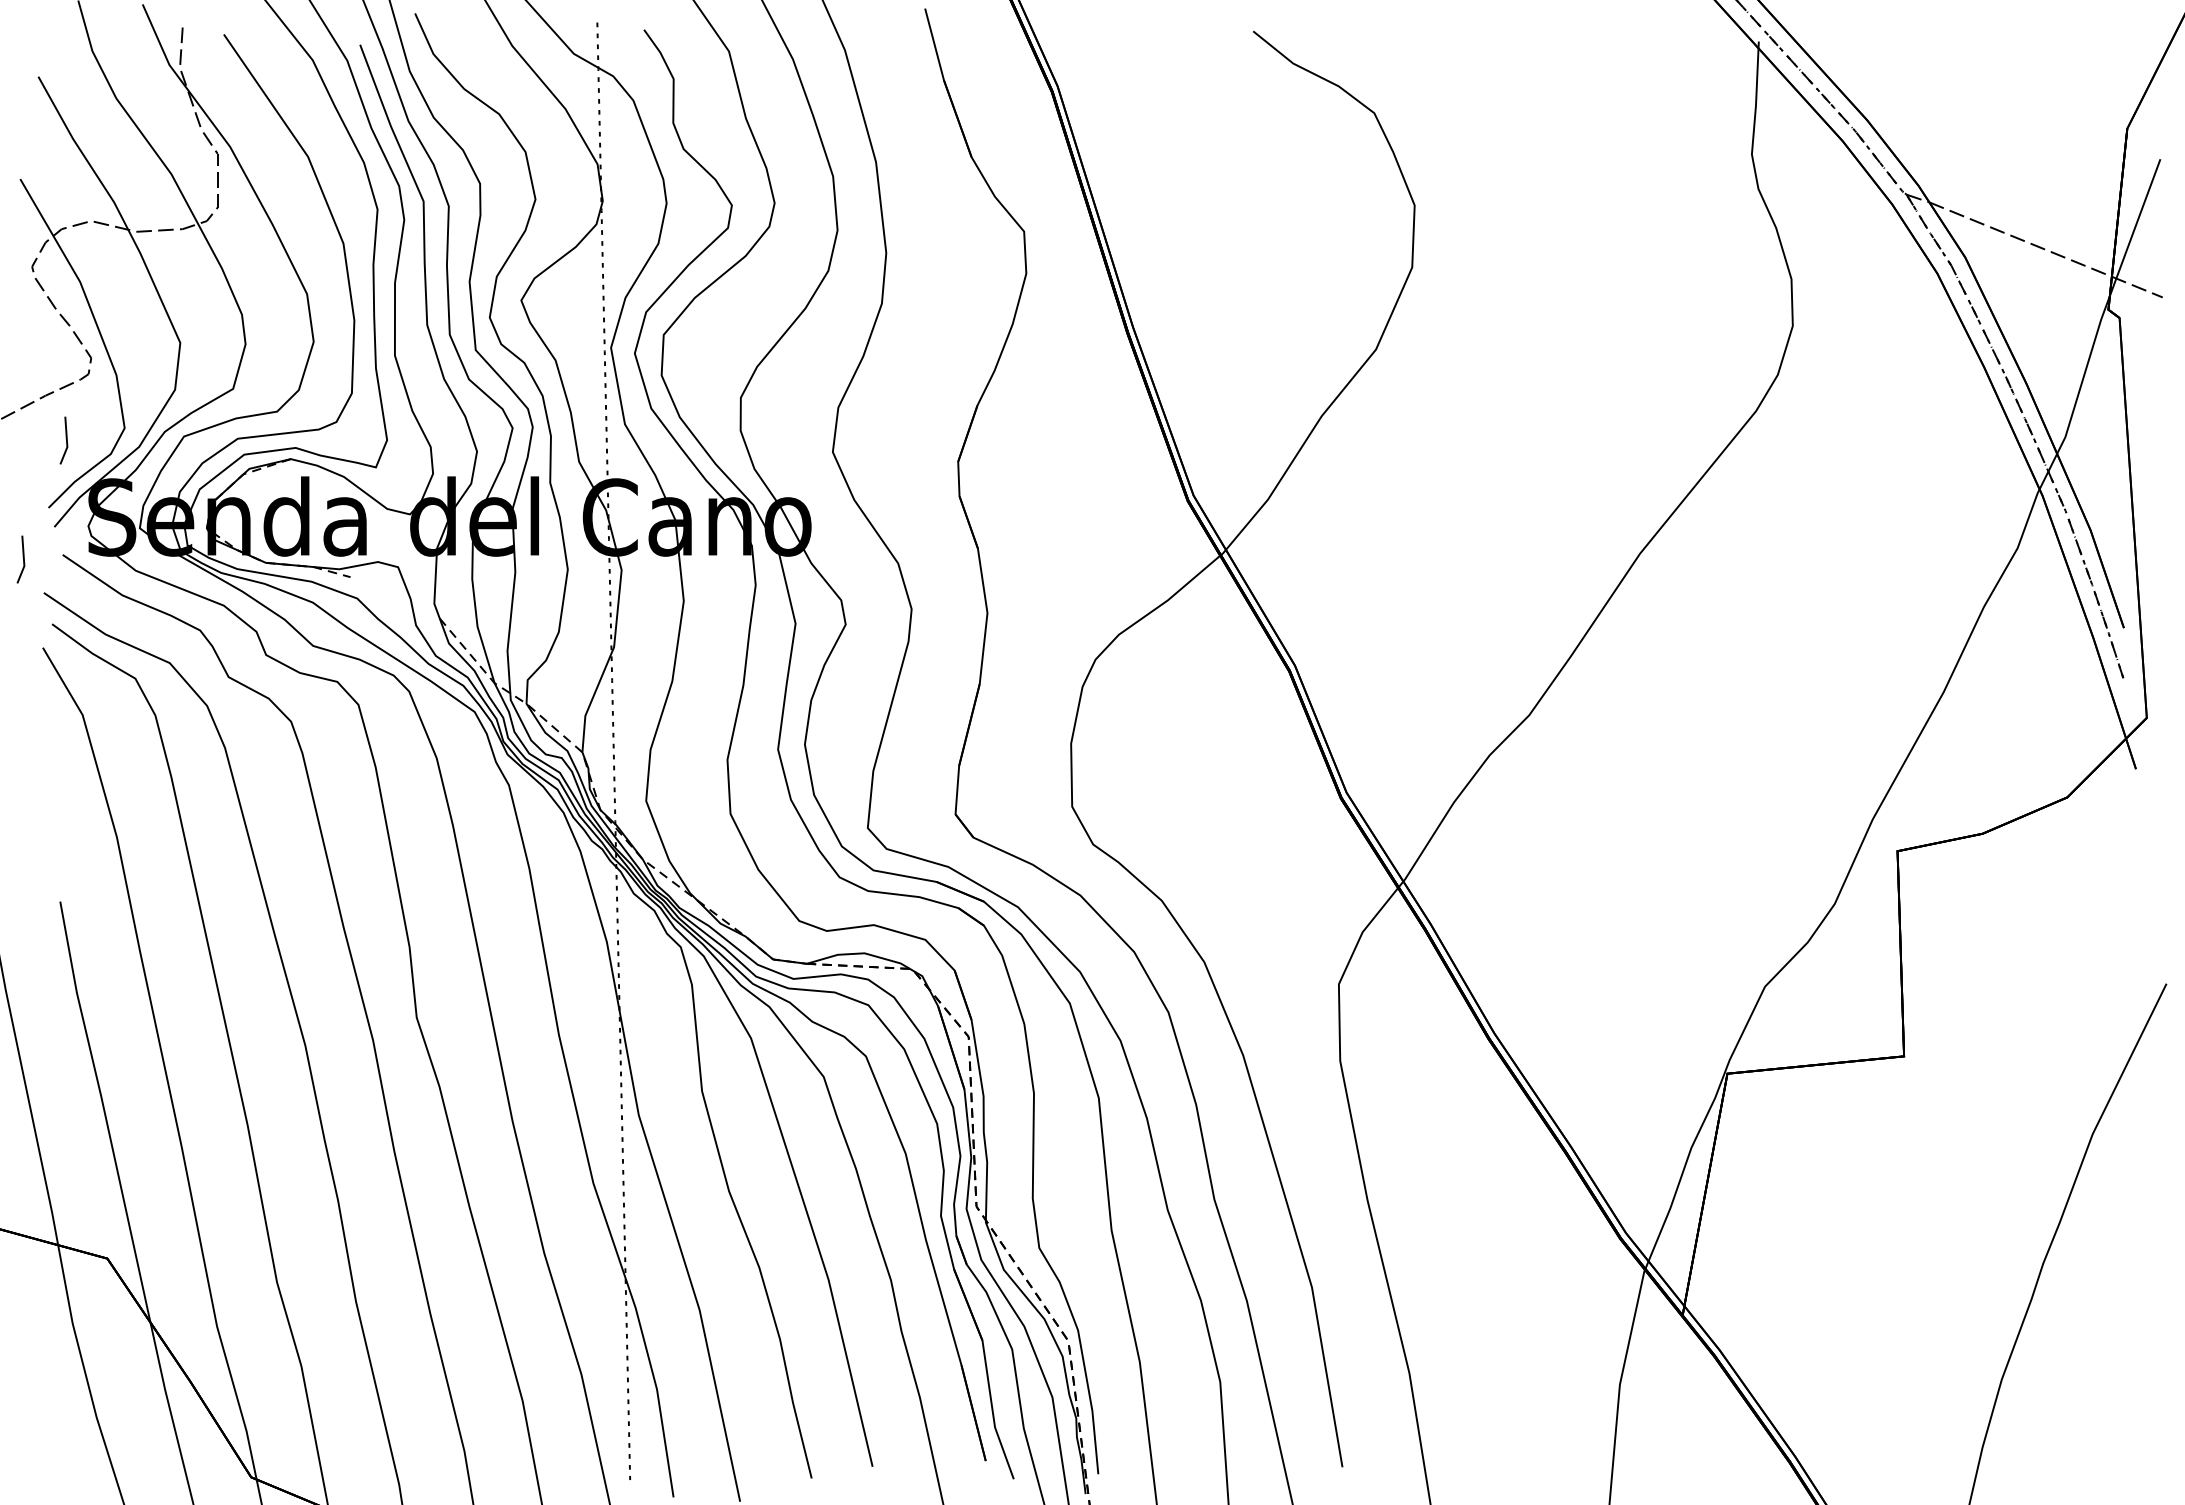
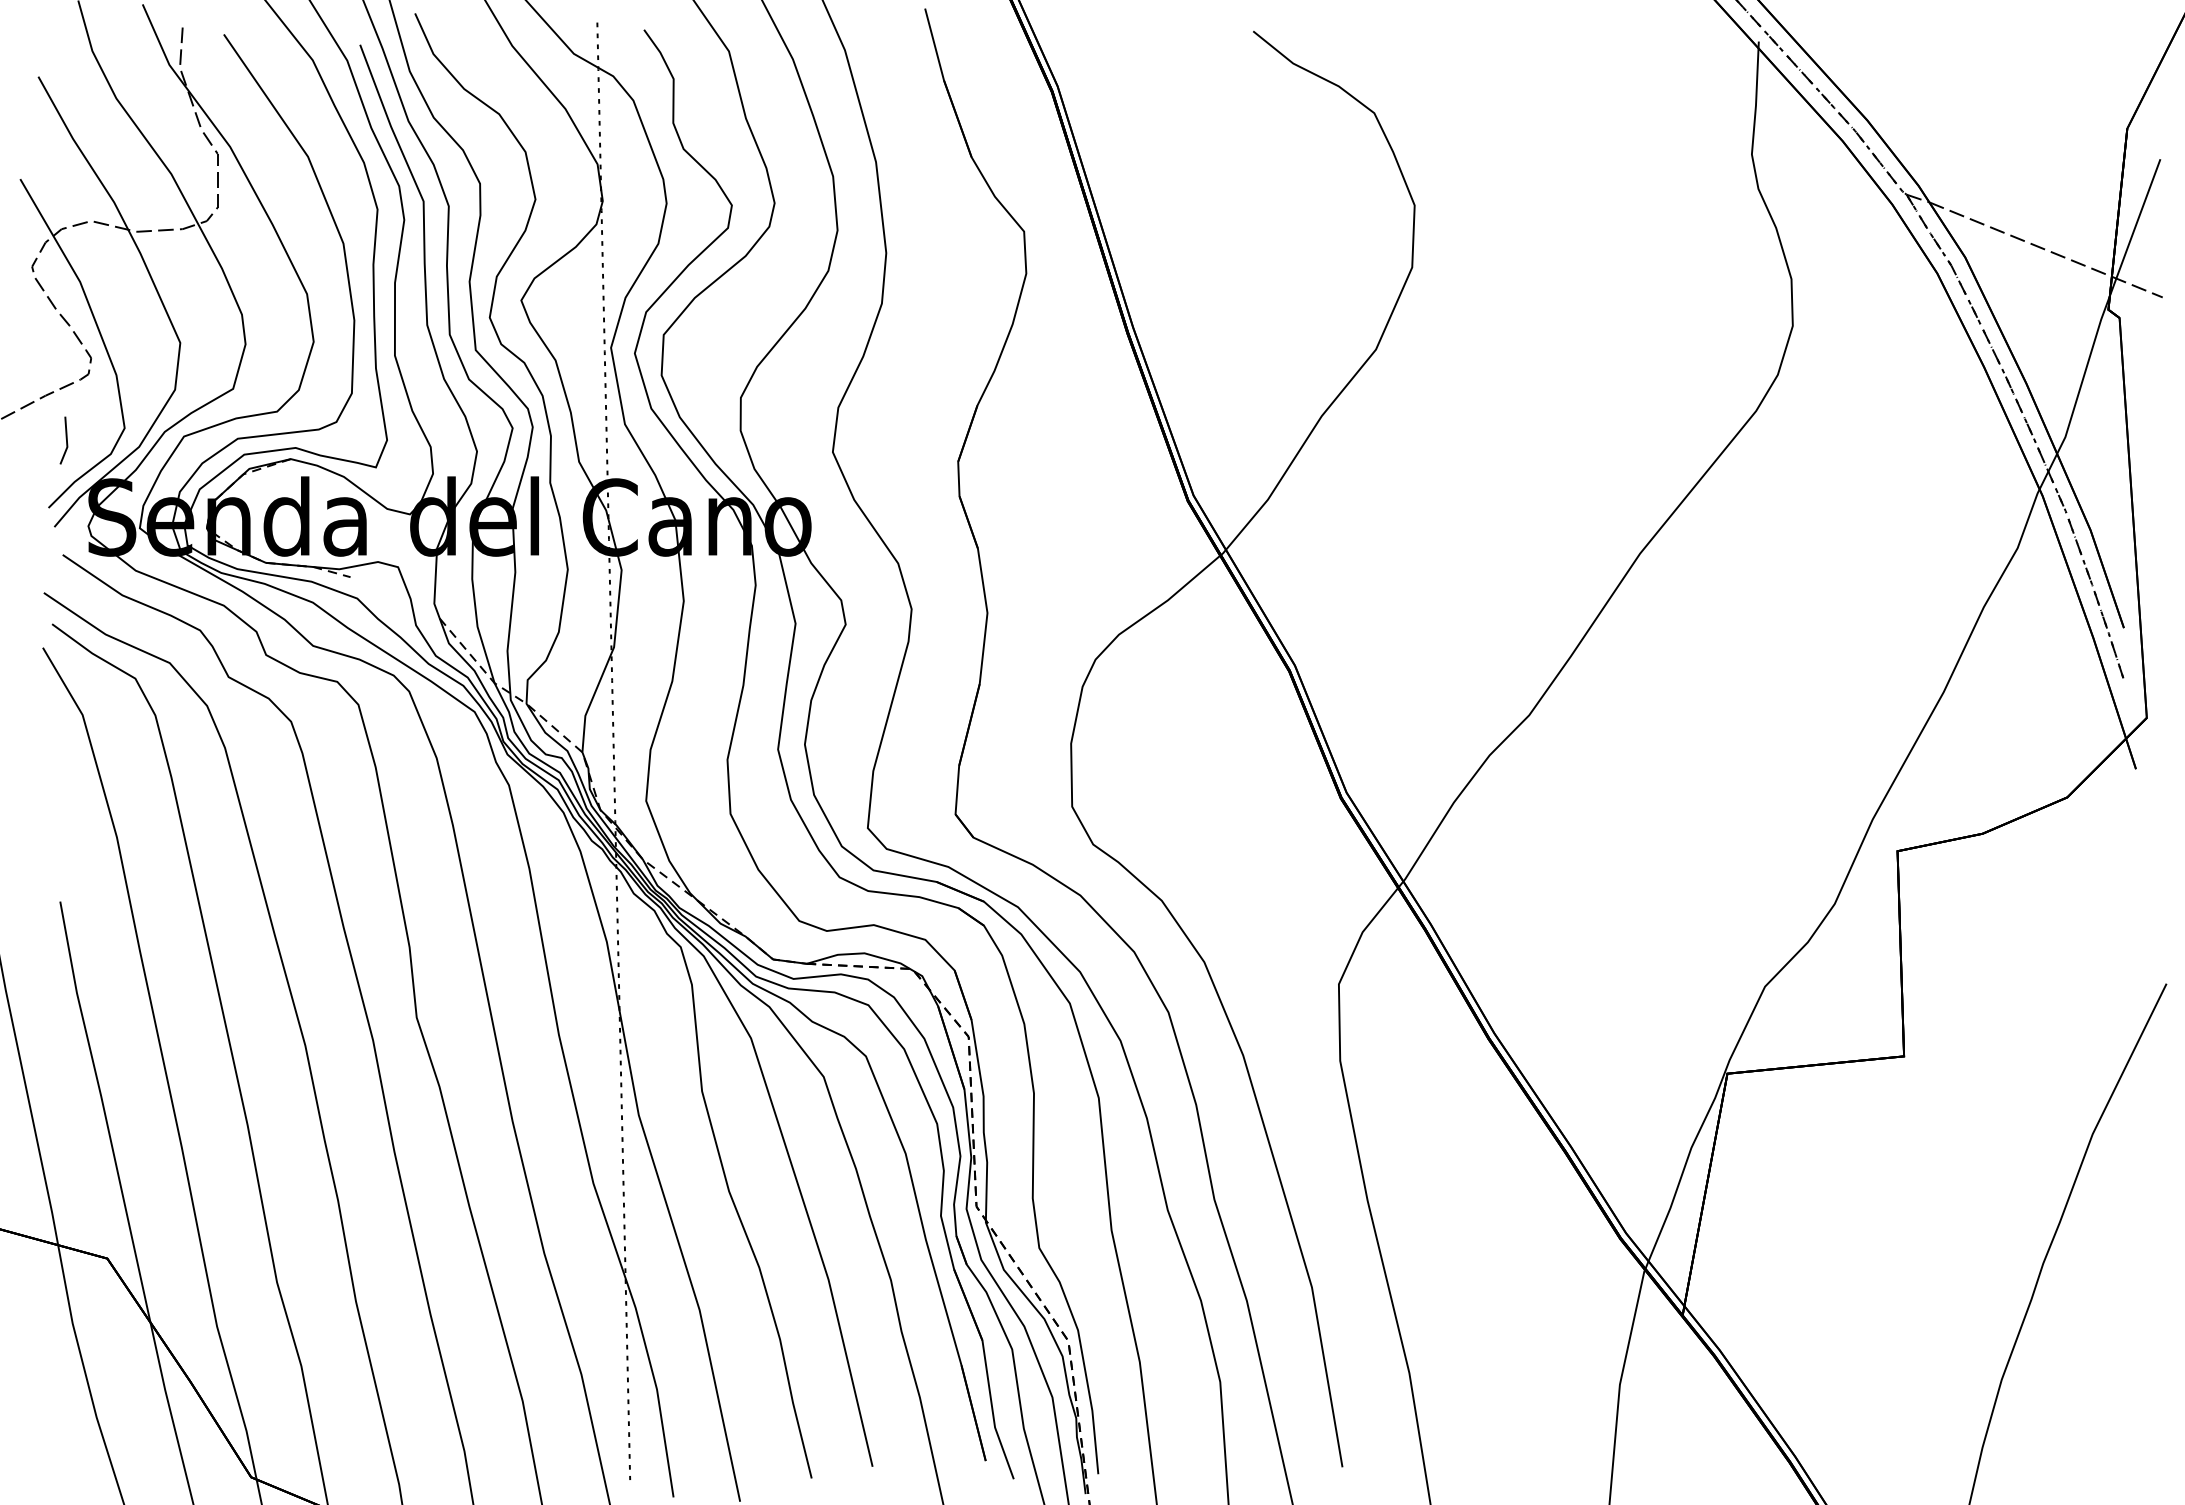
line at (22, 557): present -> none
